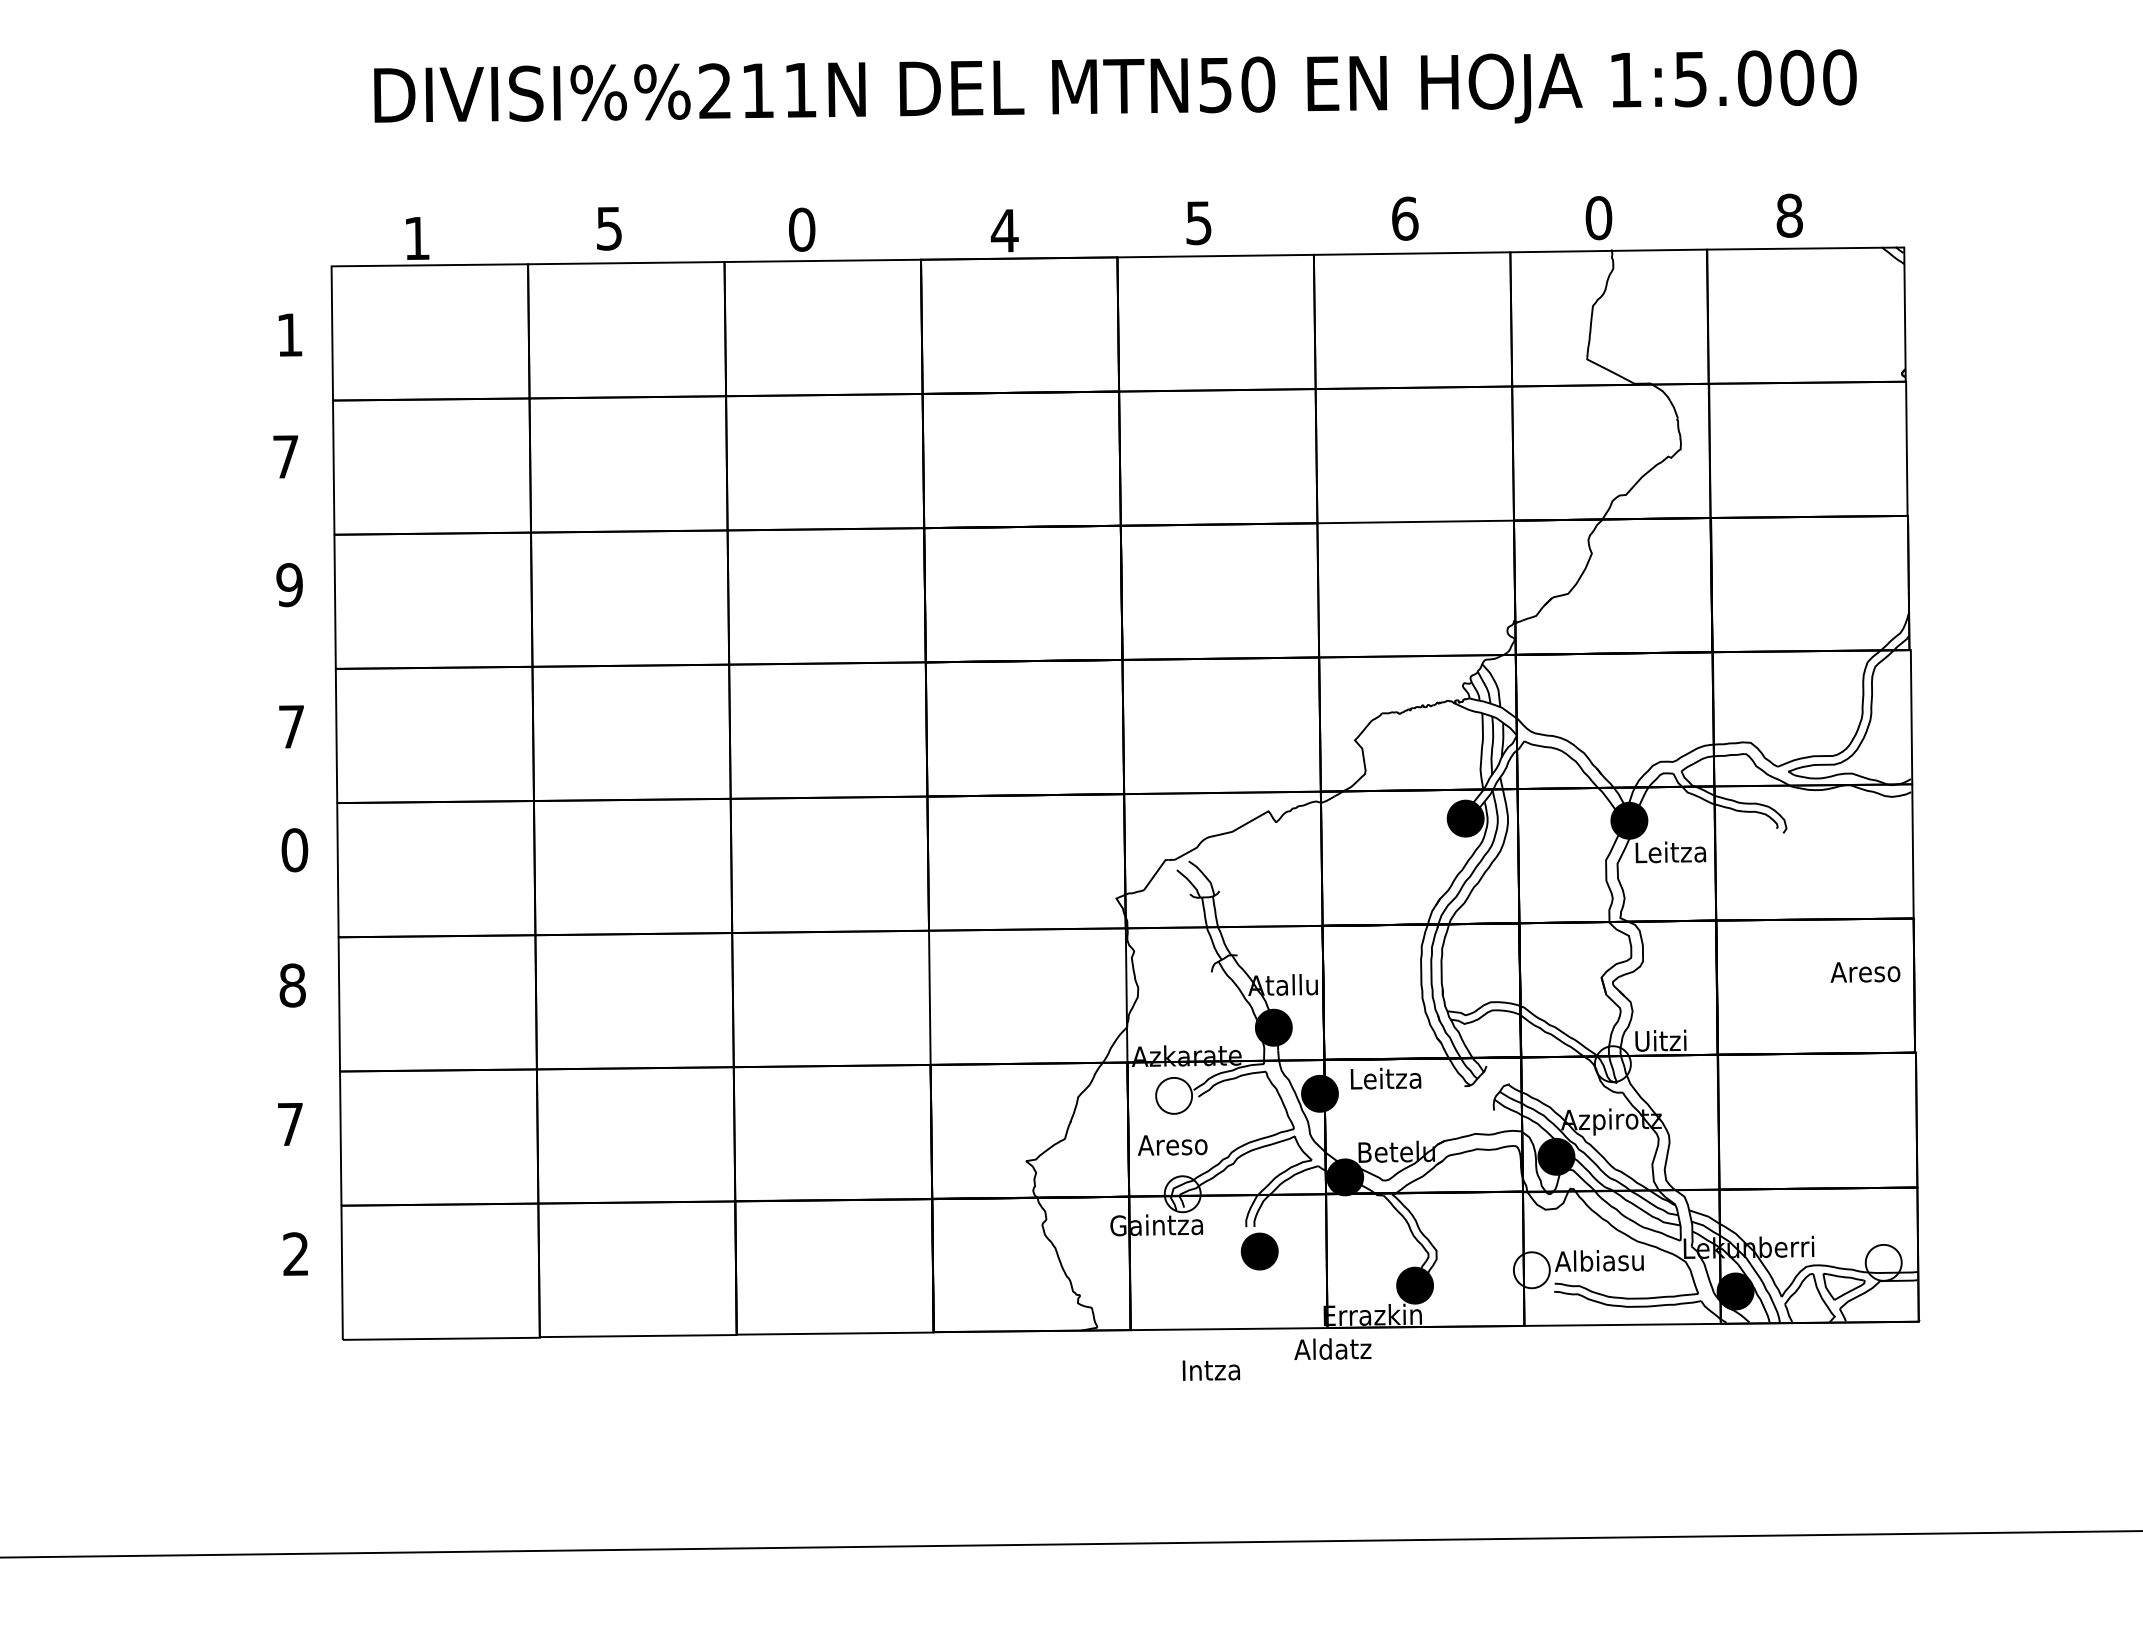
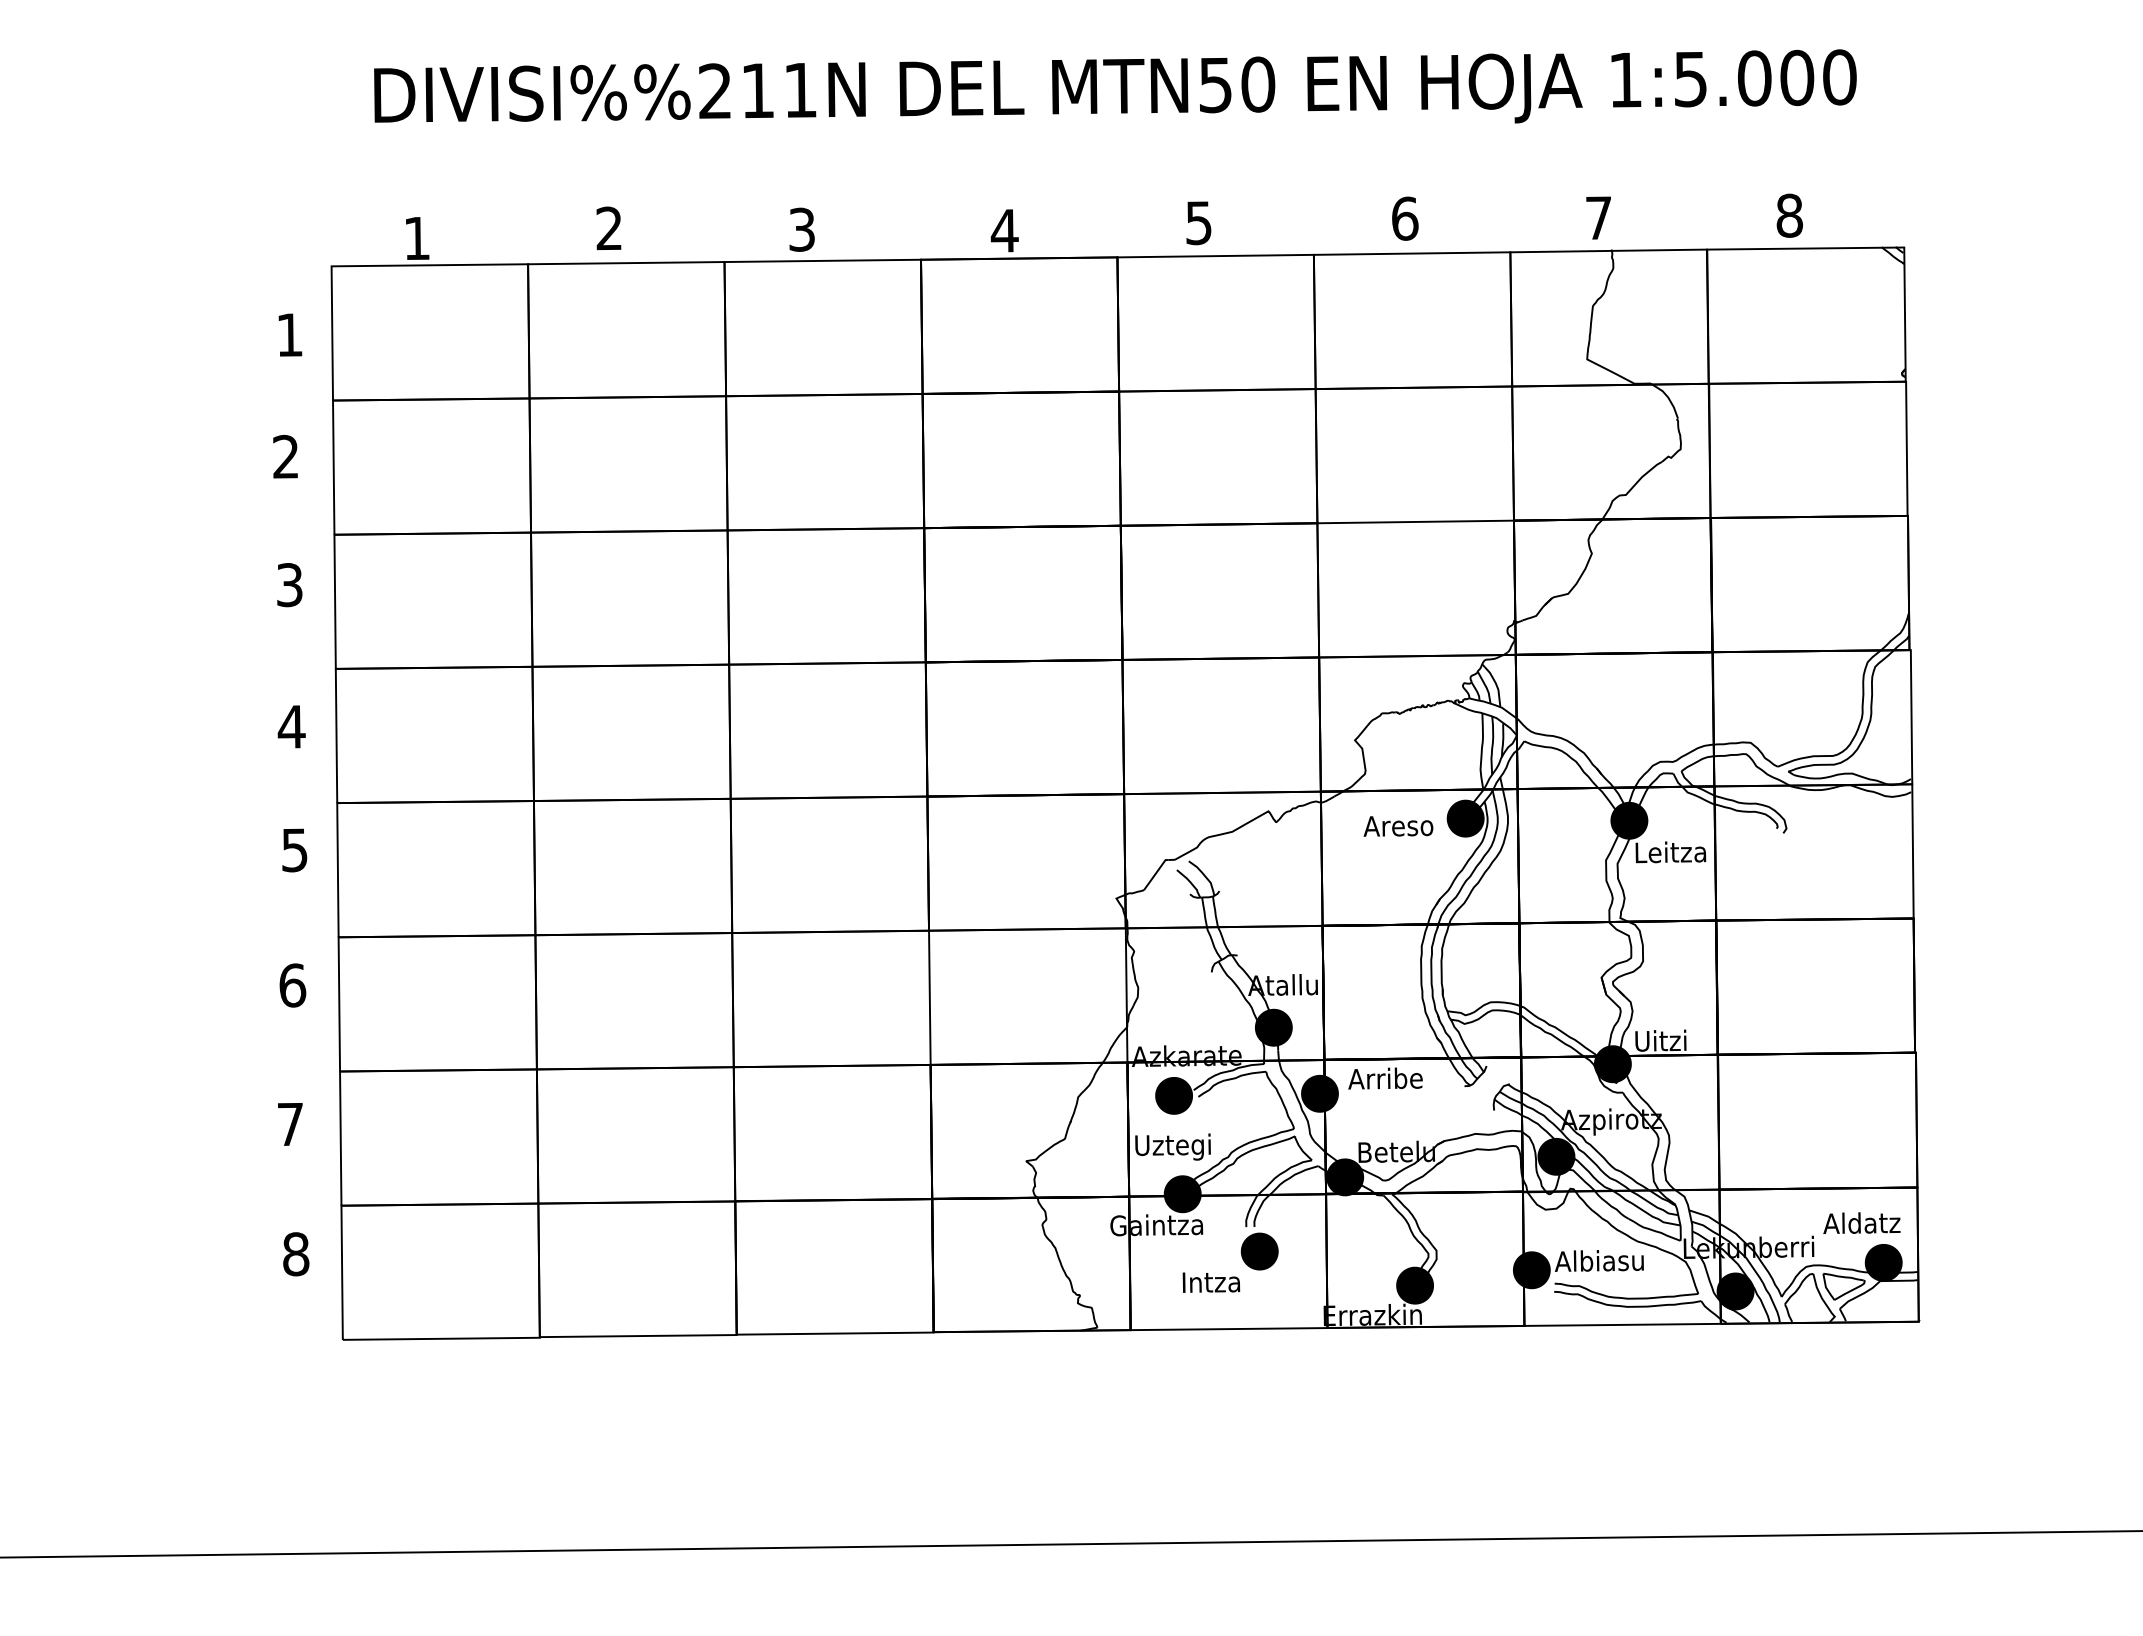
text at (1598, 218): 0 -> 7
text at (608, 228): 5 -> 2
text at (802, 229): 0 -> 3
text at (285, 456): 7 -> 2
text at (289, 584): 9 -> 3
text at (291, 726): 7 -> 4
text at (294, 850): 0 -> 5
text at (1865, 972) position: (1865, 972) -> (1398, 826)
text at (292, 985): 8 -> 6
fill at (1612, 1064): none -> present
text at (1385, 1078): Leitza -> Arribe
fill at (1174, 1095): none -> present
text at (1172, 1146): Areso -> Uztegi
fill at (1182, 1194): none -> present
text at (296, 1254): 2 -> 8
fill at (1883, 1262): none -> present
fill at (1531, 1270): none -> present
text at (1332, 1348) position: (1332, 1348) -> (1861, 1222)
text at (1211, 1370) position: (1211, 1370) -> (1211, 1282)
